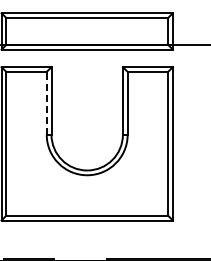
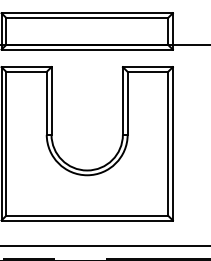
line at (46, 102): dashed -> solid
line at (104, 245): none -> present
